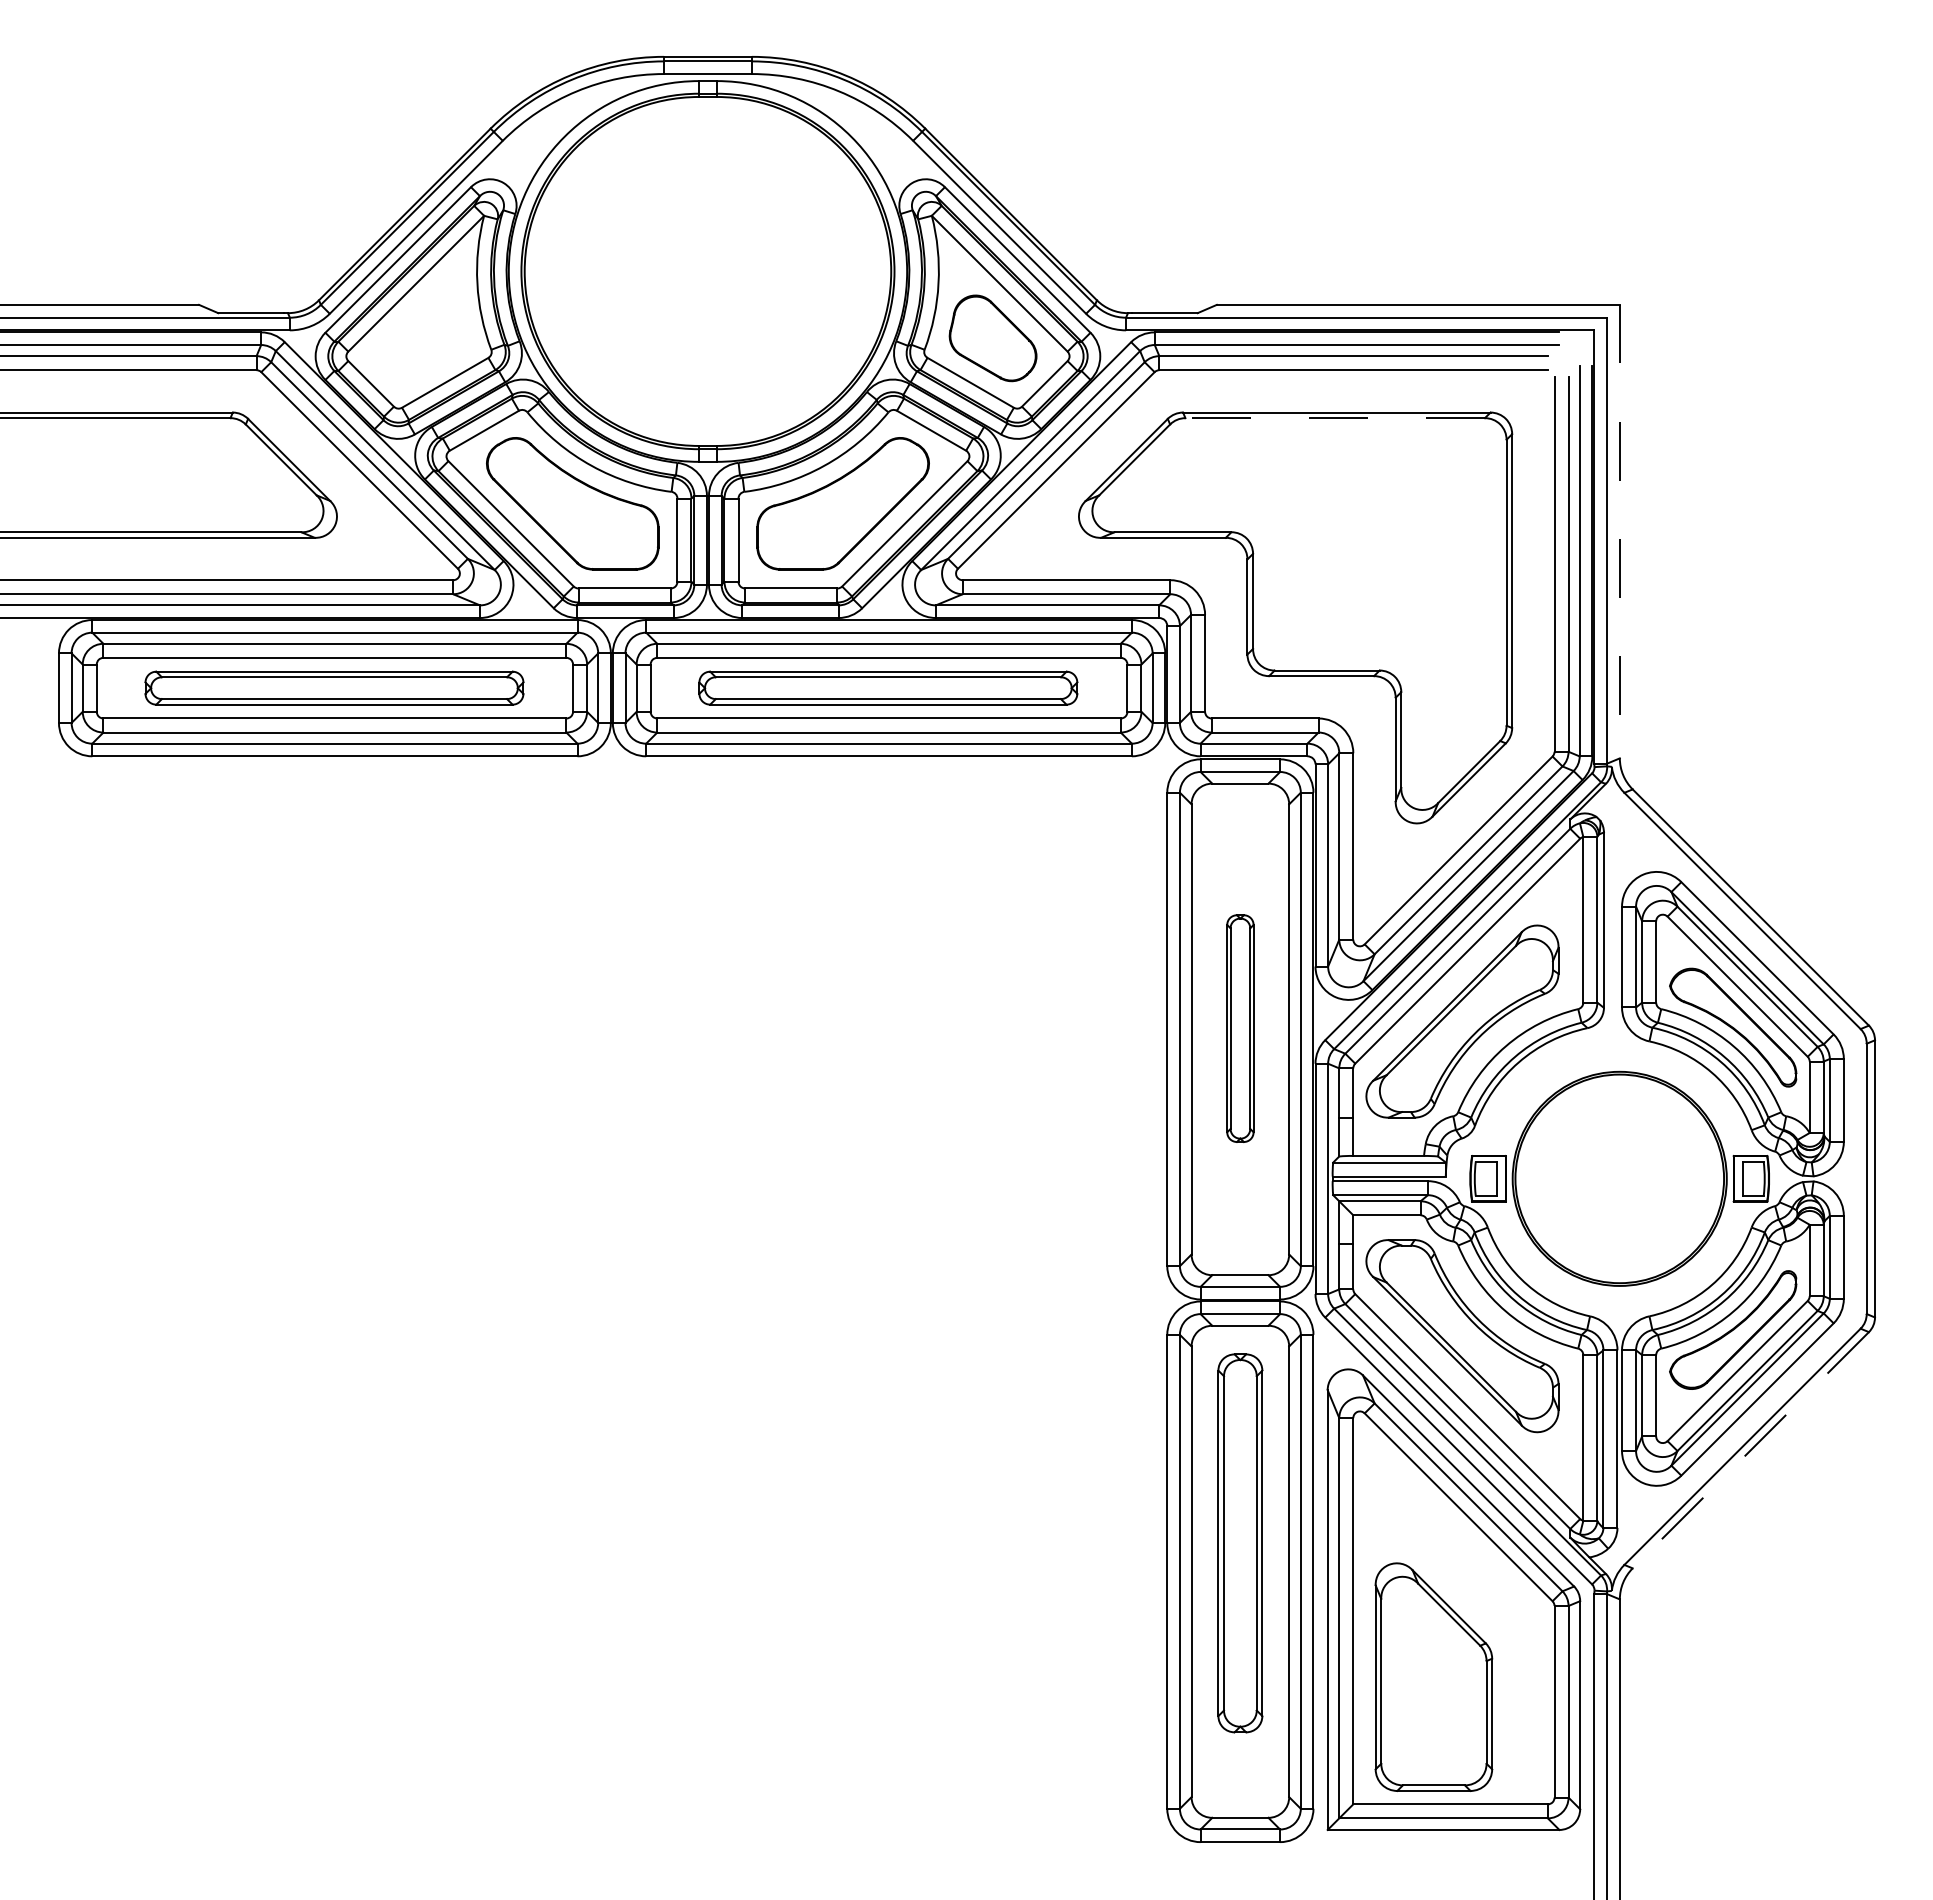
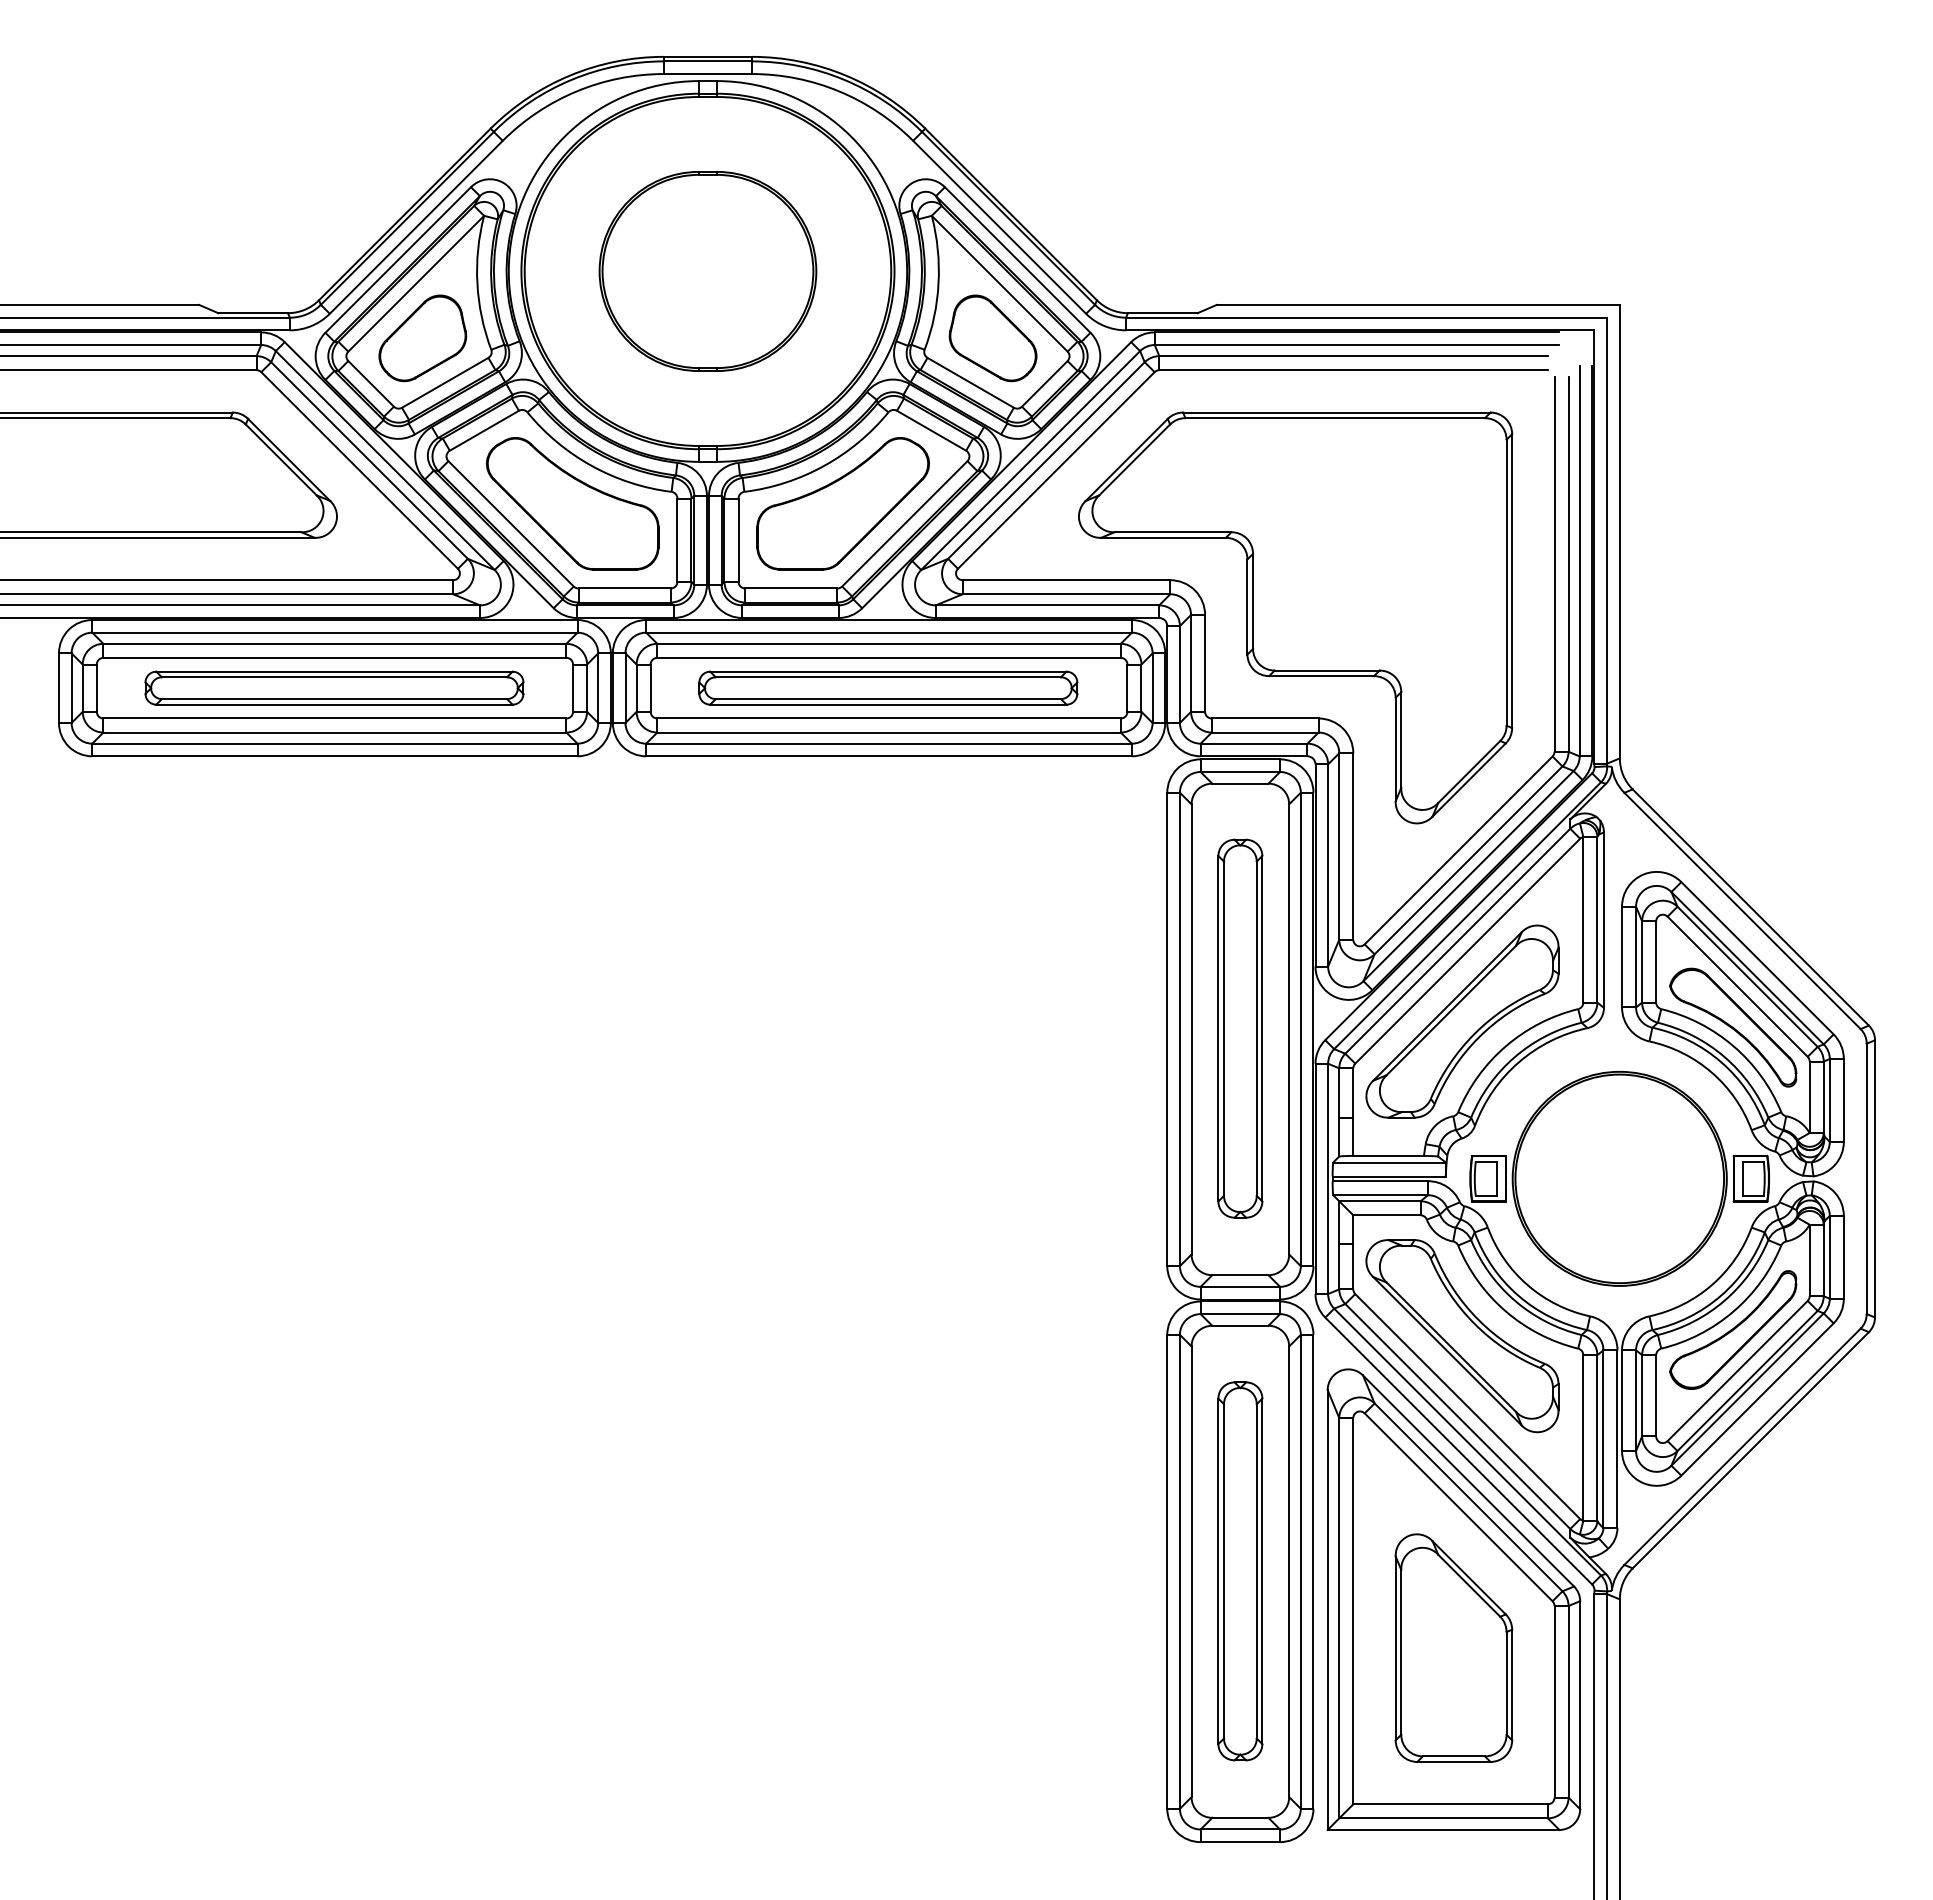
part at (707, 271): none -> present
part at (422, 338): none -> present
line at (1335, 418): dashed -> solid
line at (1619, 531): dashed -> solid
part at (1240, 1028) size: 29x229 px -> 47x381 px
line at (1750, 1450): dashed -> solid
part at (1240, 1543) position: (1240, 1543) -> (1240, 1571)
part at (1433, 1676) position: (1433, 1676) -> (1453, 1647)
